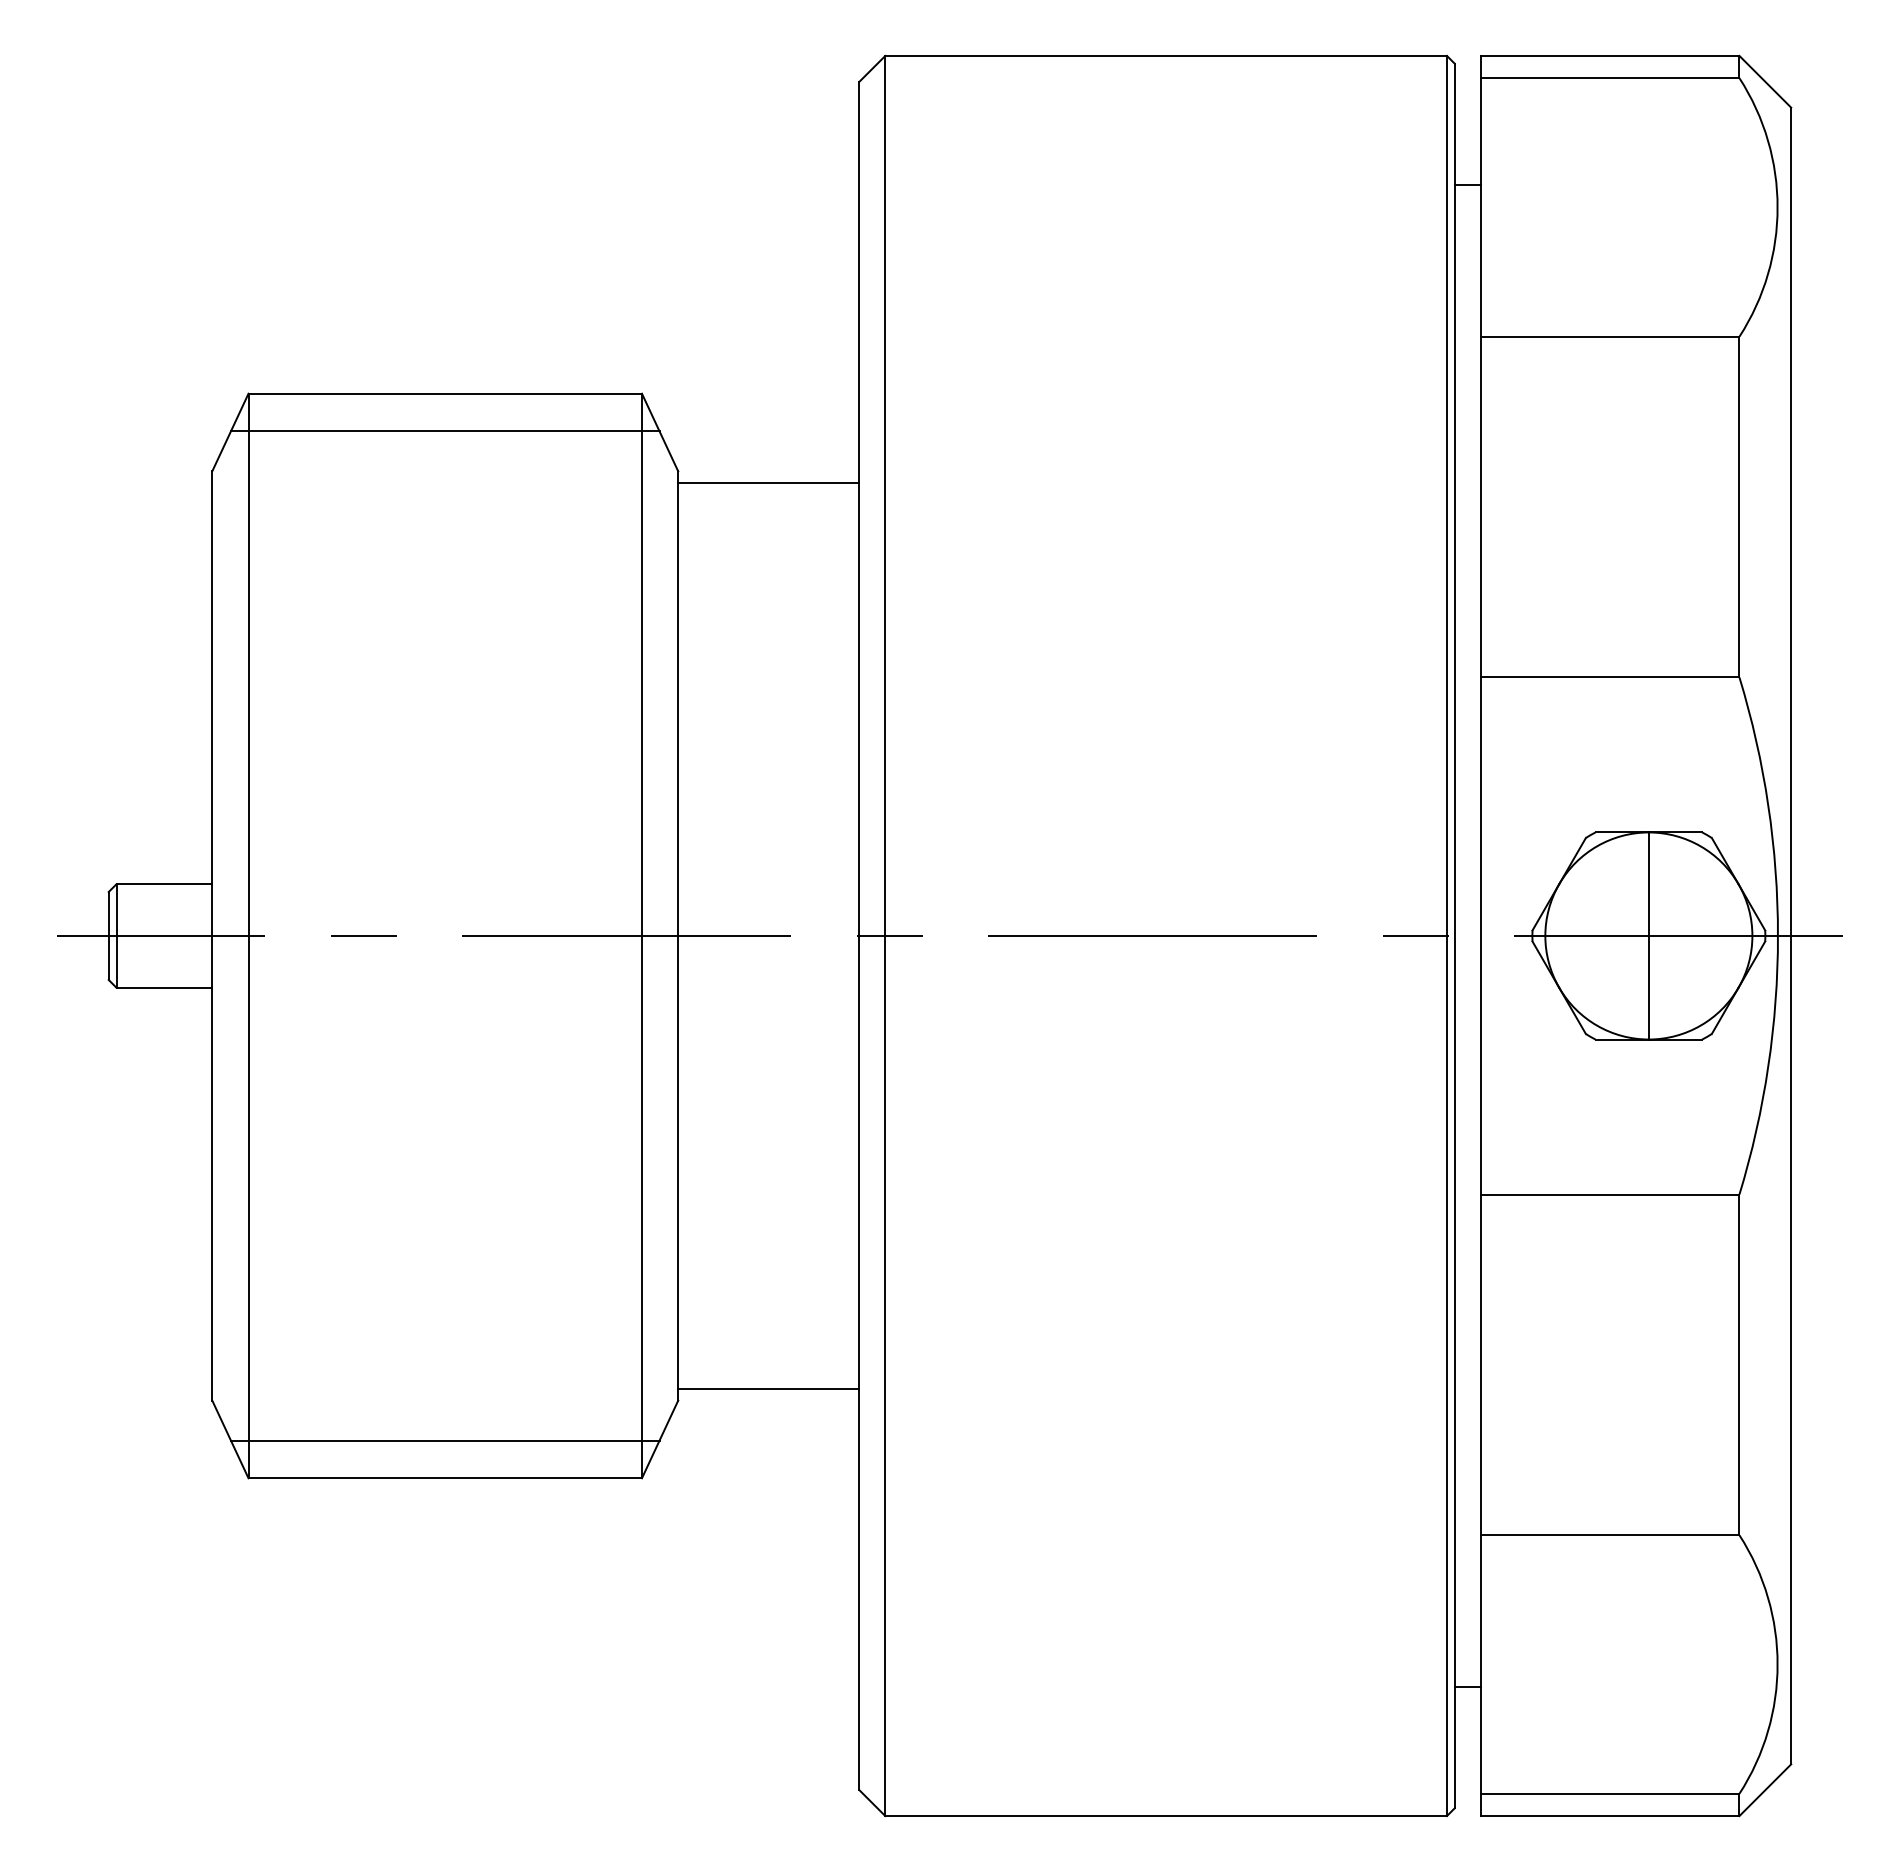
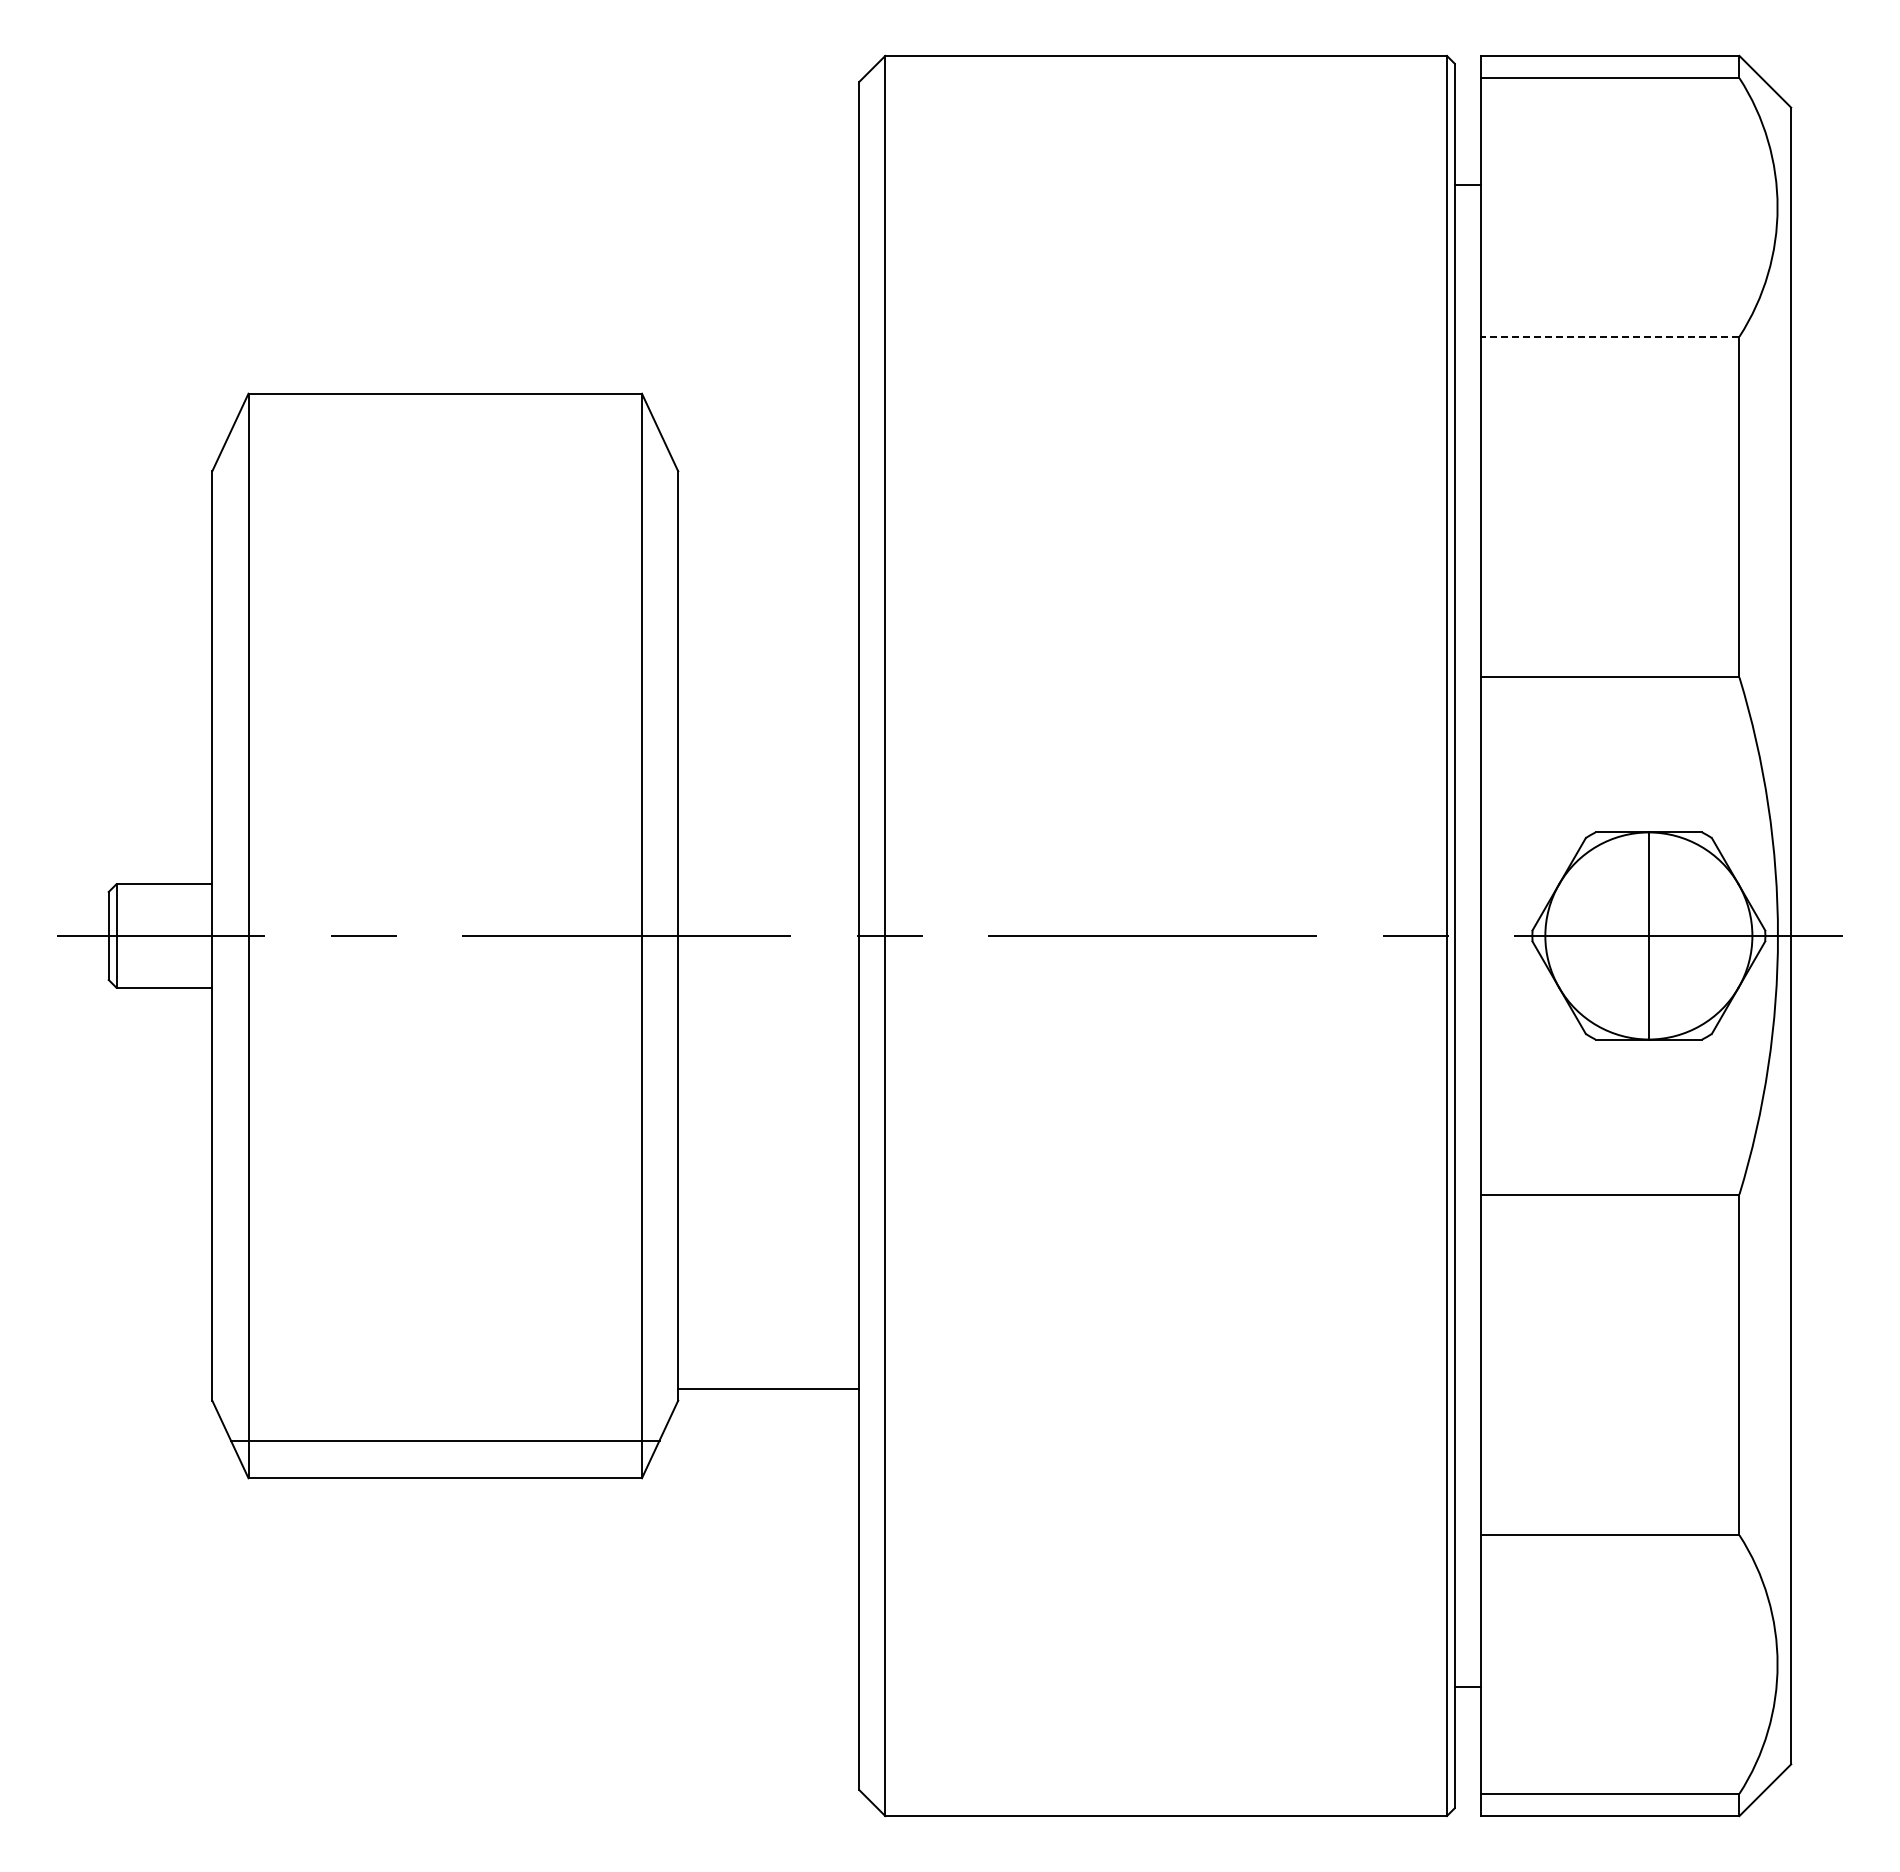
line at (1609, 336): solid -> dashed
line at (444, 431): present -> none
line at (768, 483): present -> none
